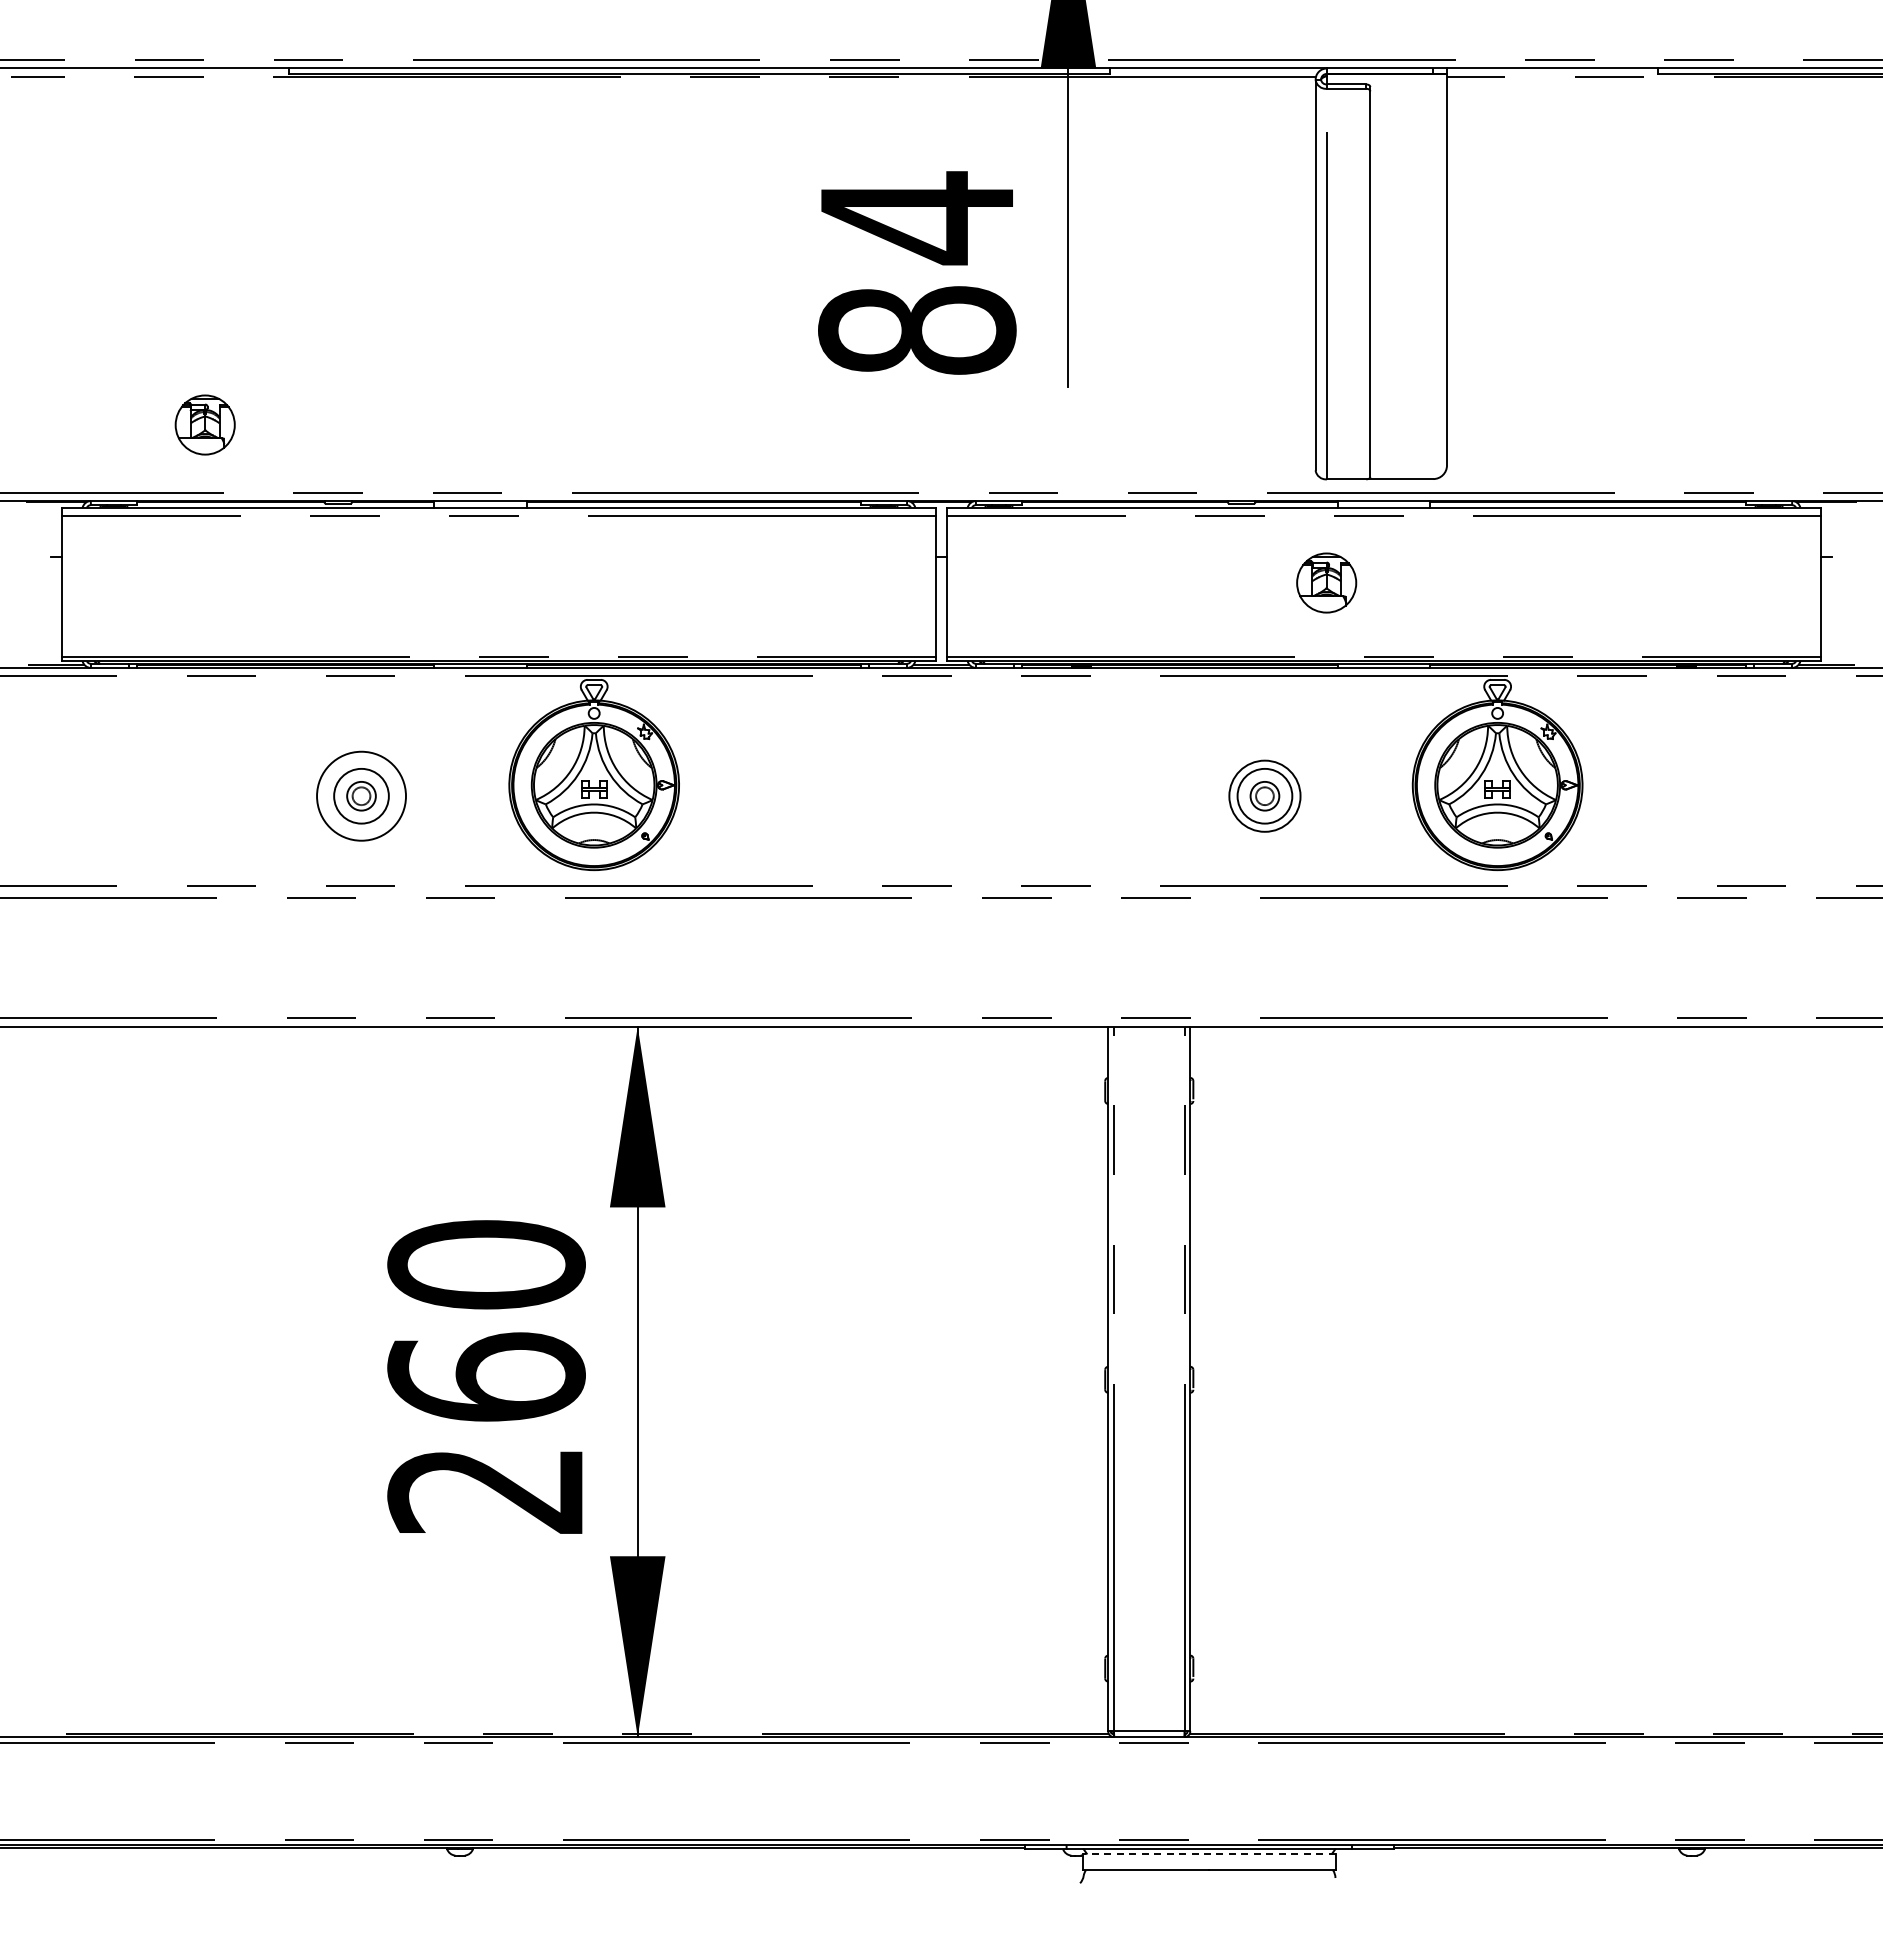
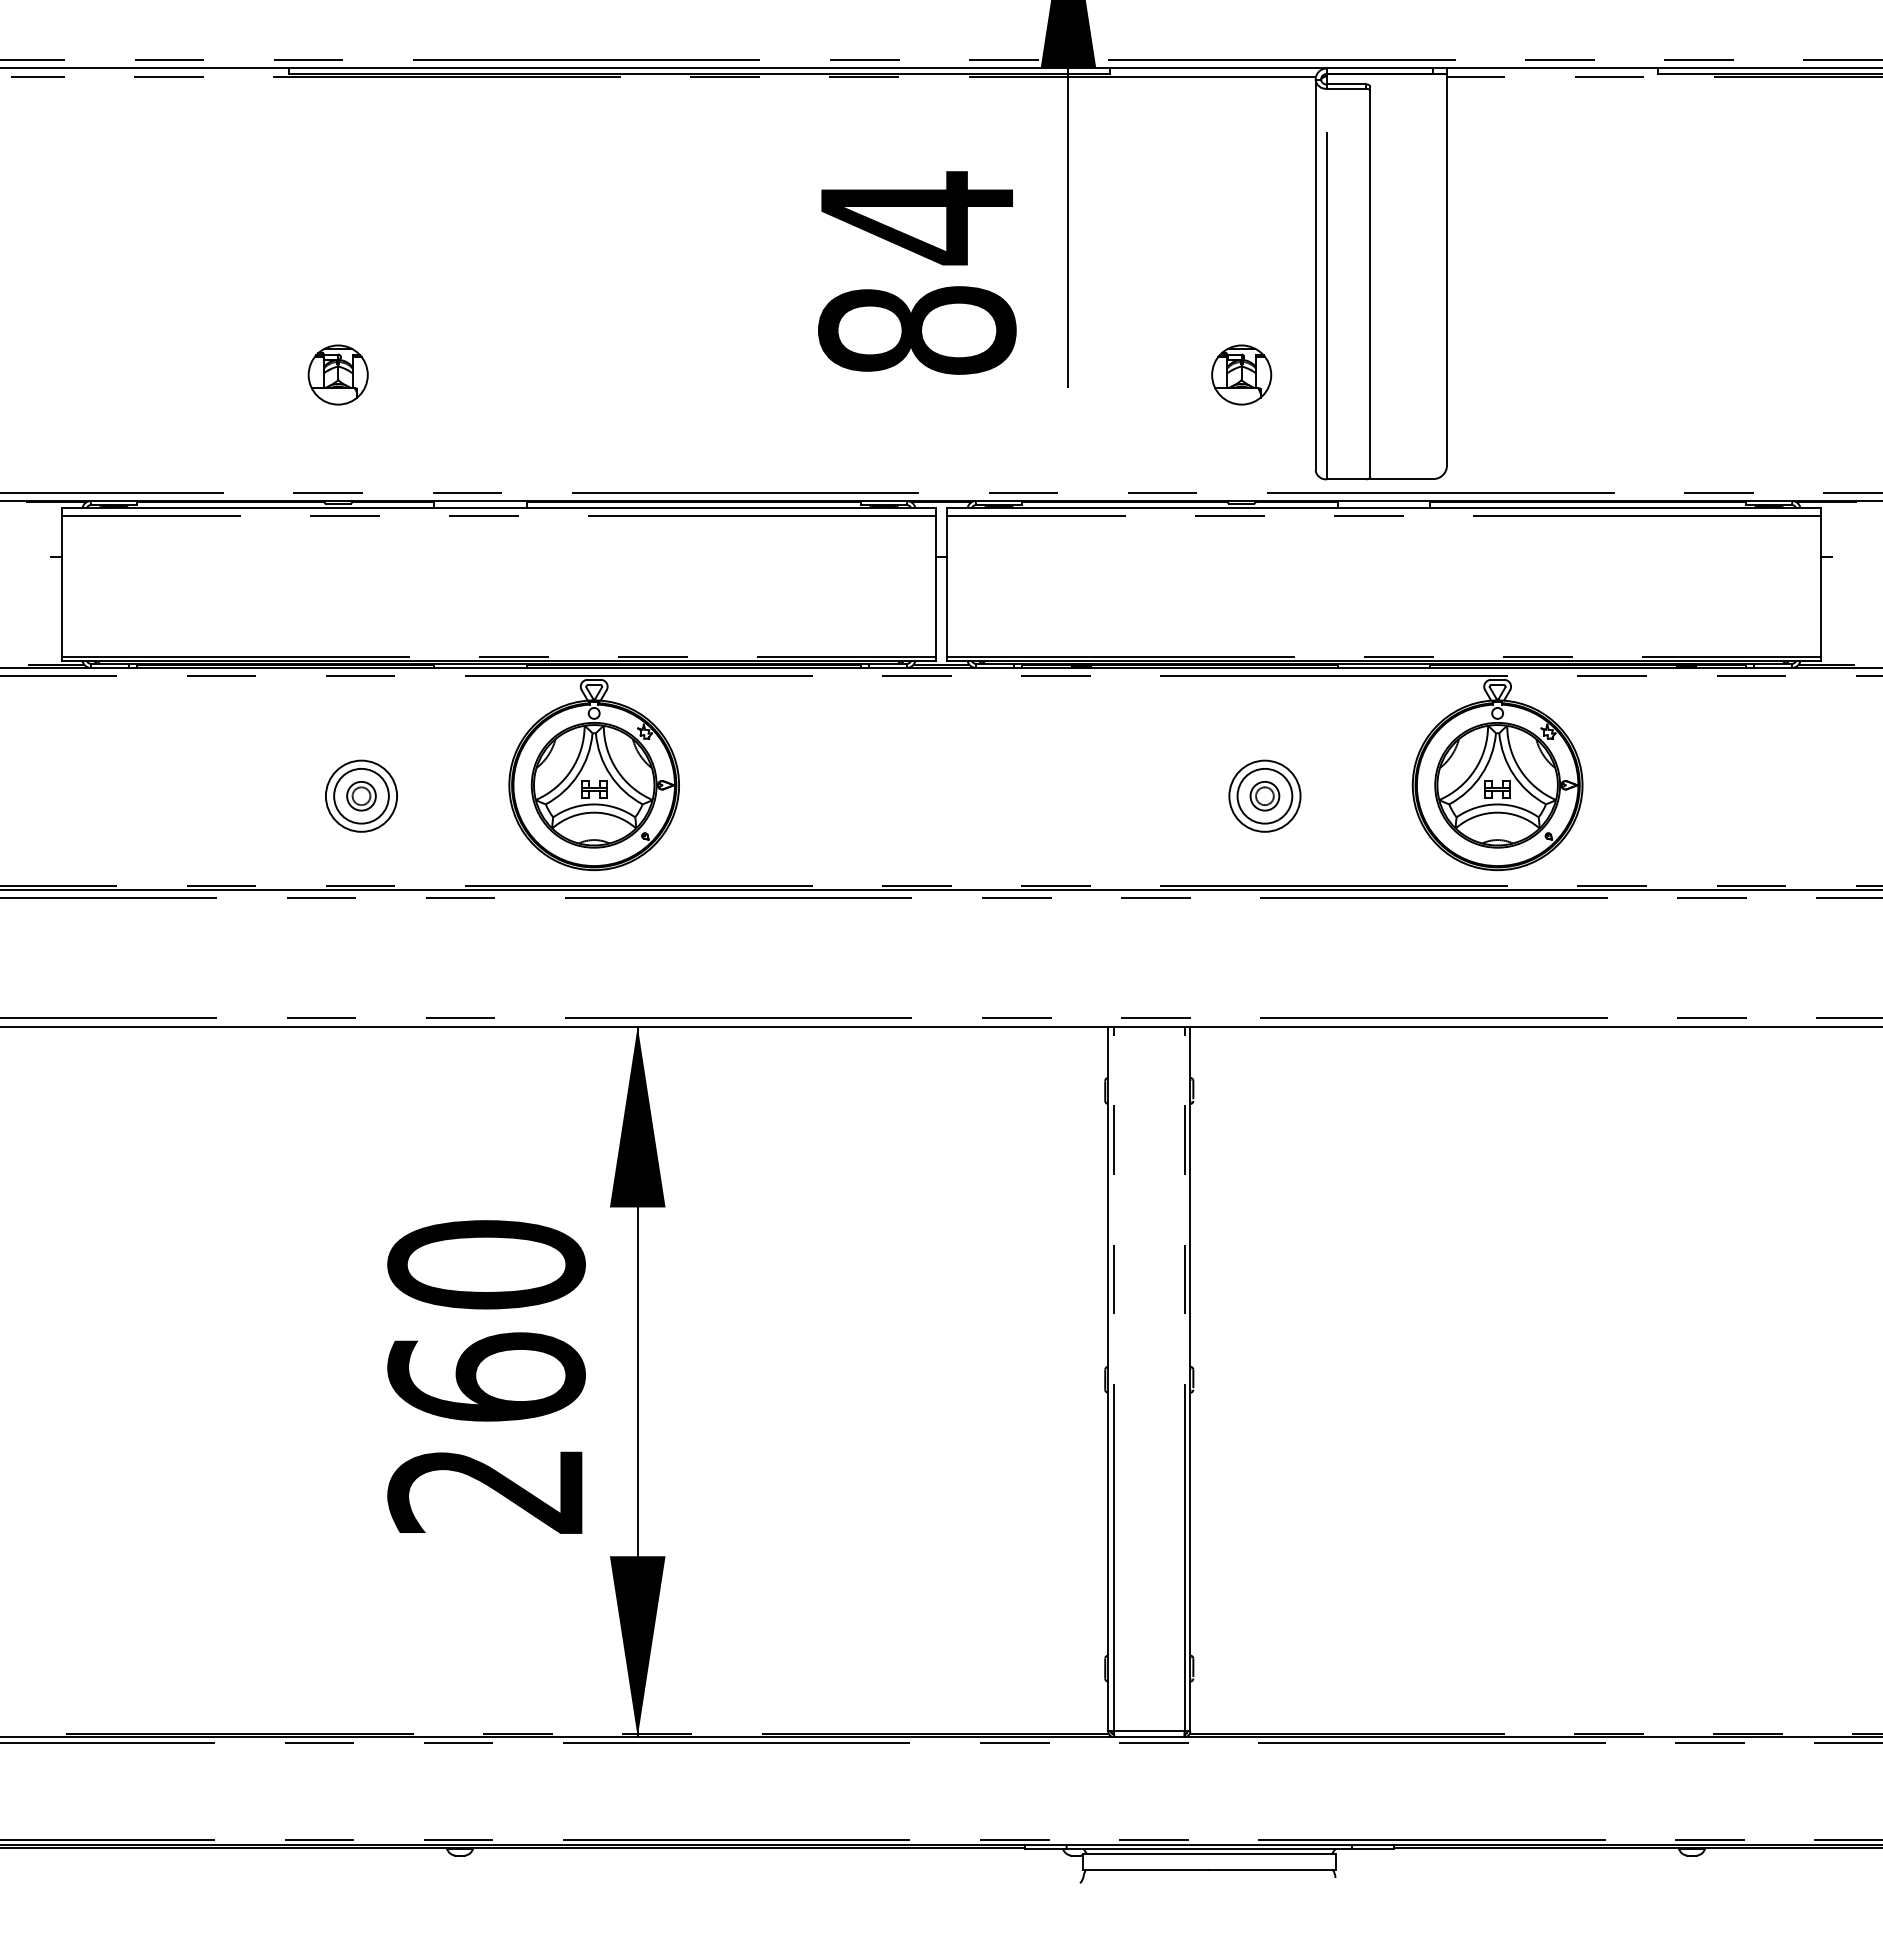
part at (204, 424) position: (204, 424) -> (337, 374)
part at (1326, 582) position: (1326, 582) -> (1241, 374)
circle at (361, 795) diameter: 89 px -> 71 px
line at (940, 889): none -> present
line at (1208, 1853): dashed -> solid
